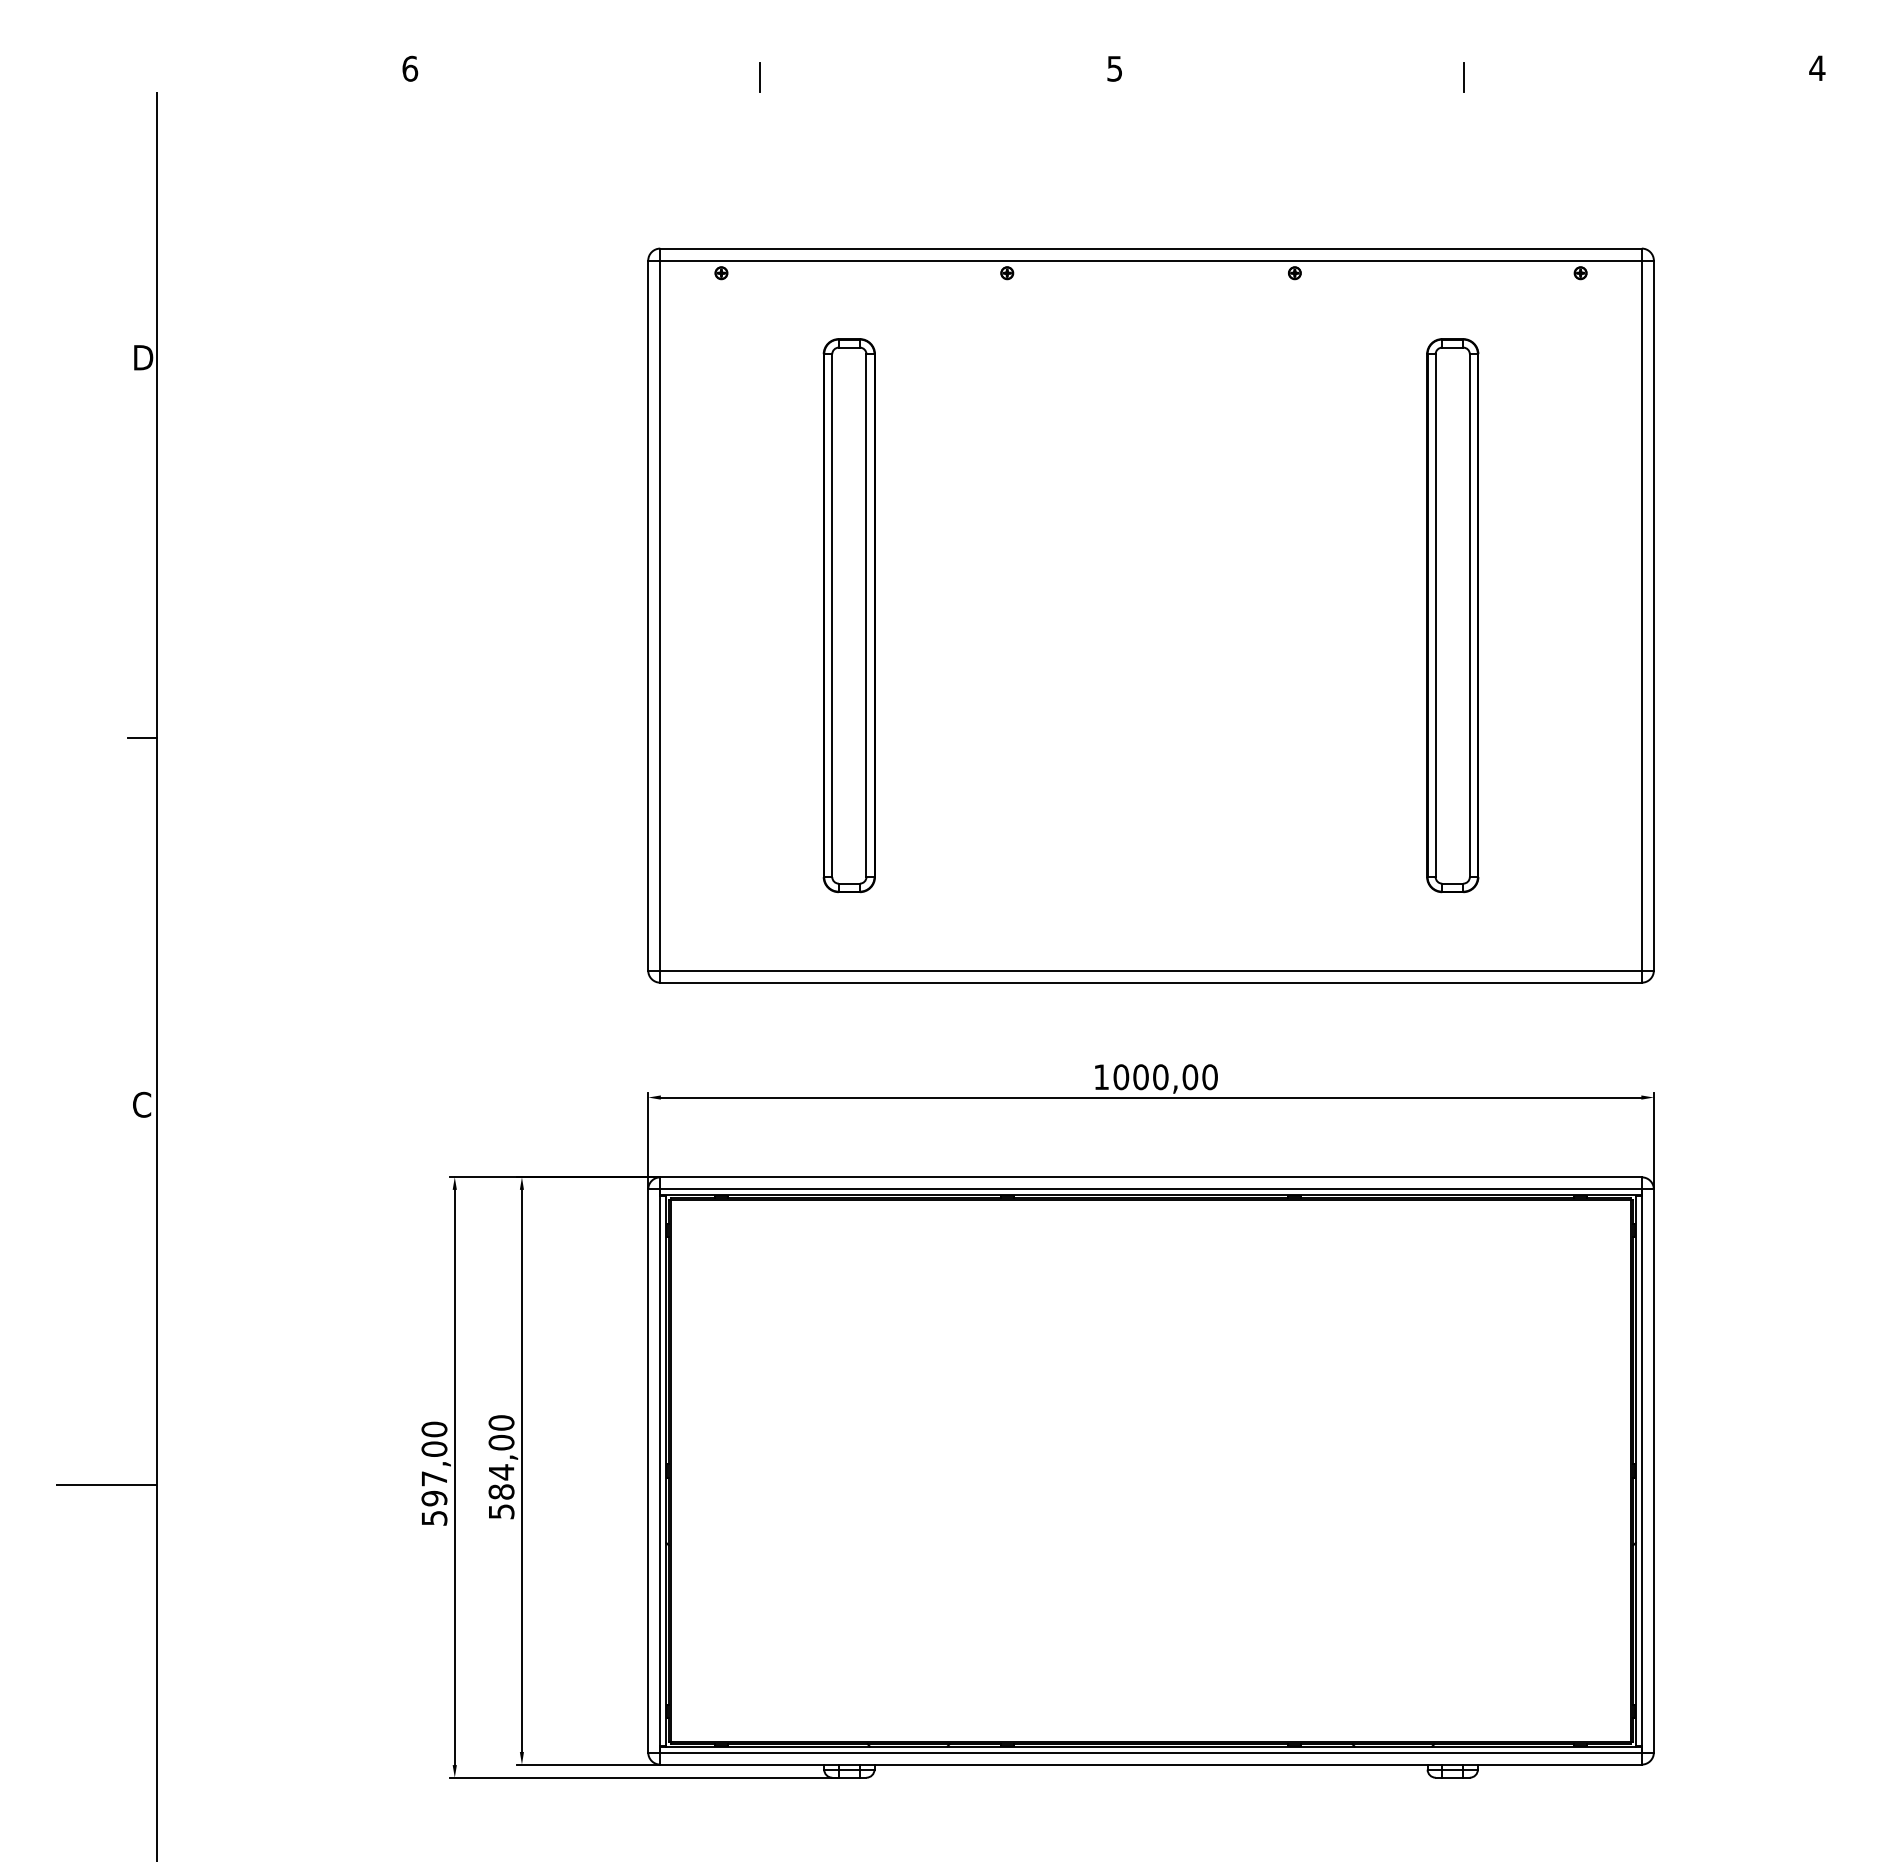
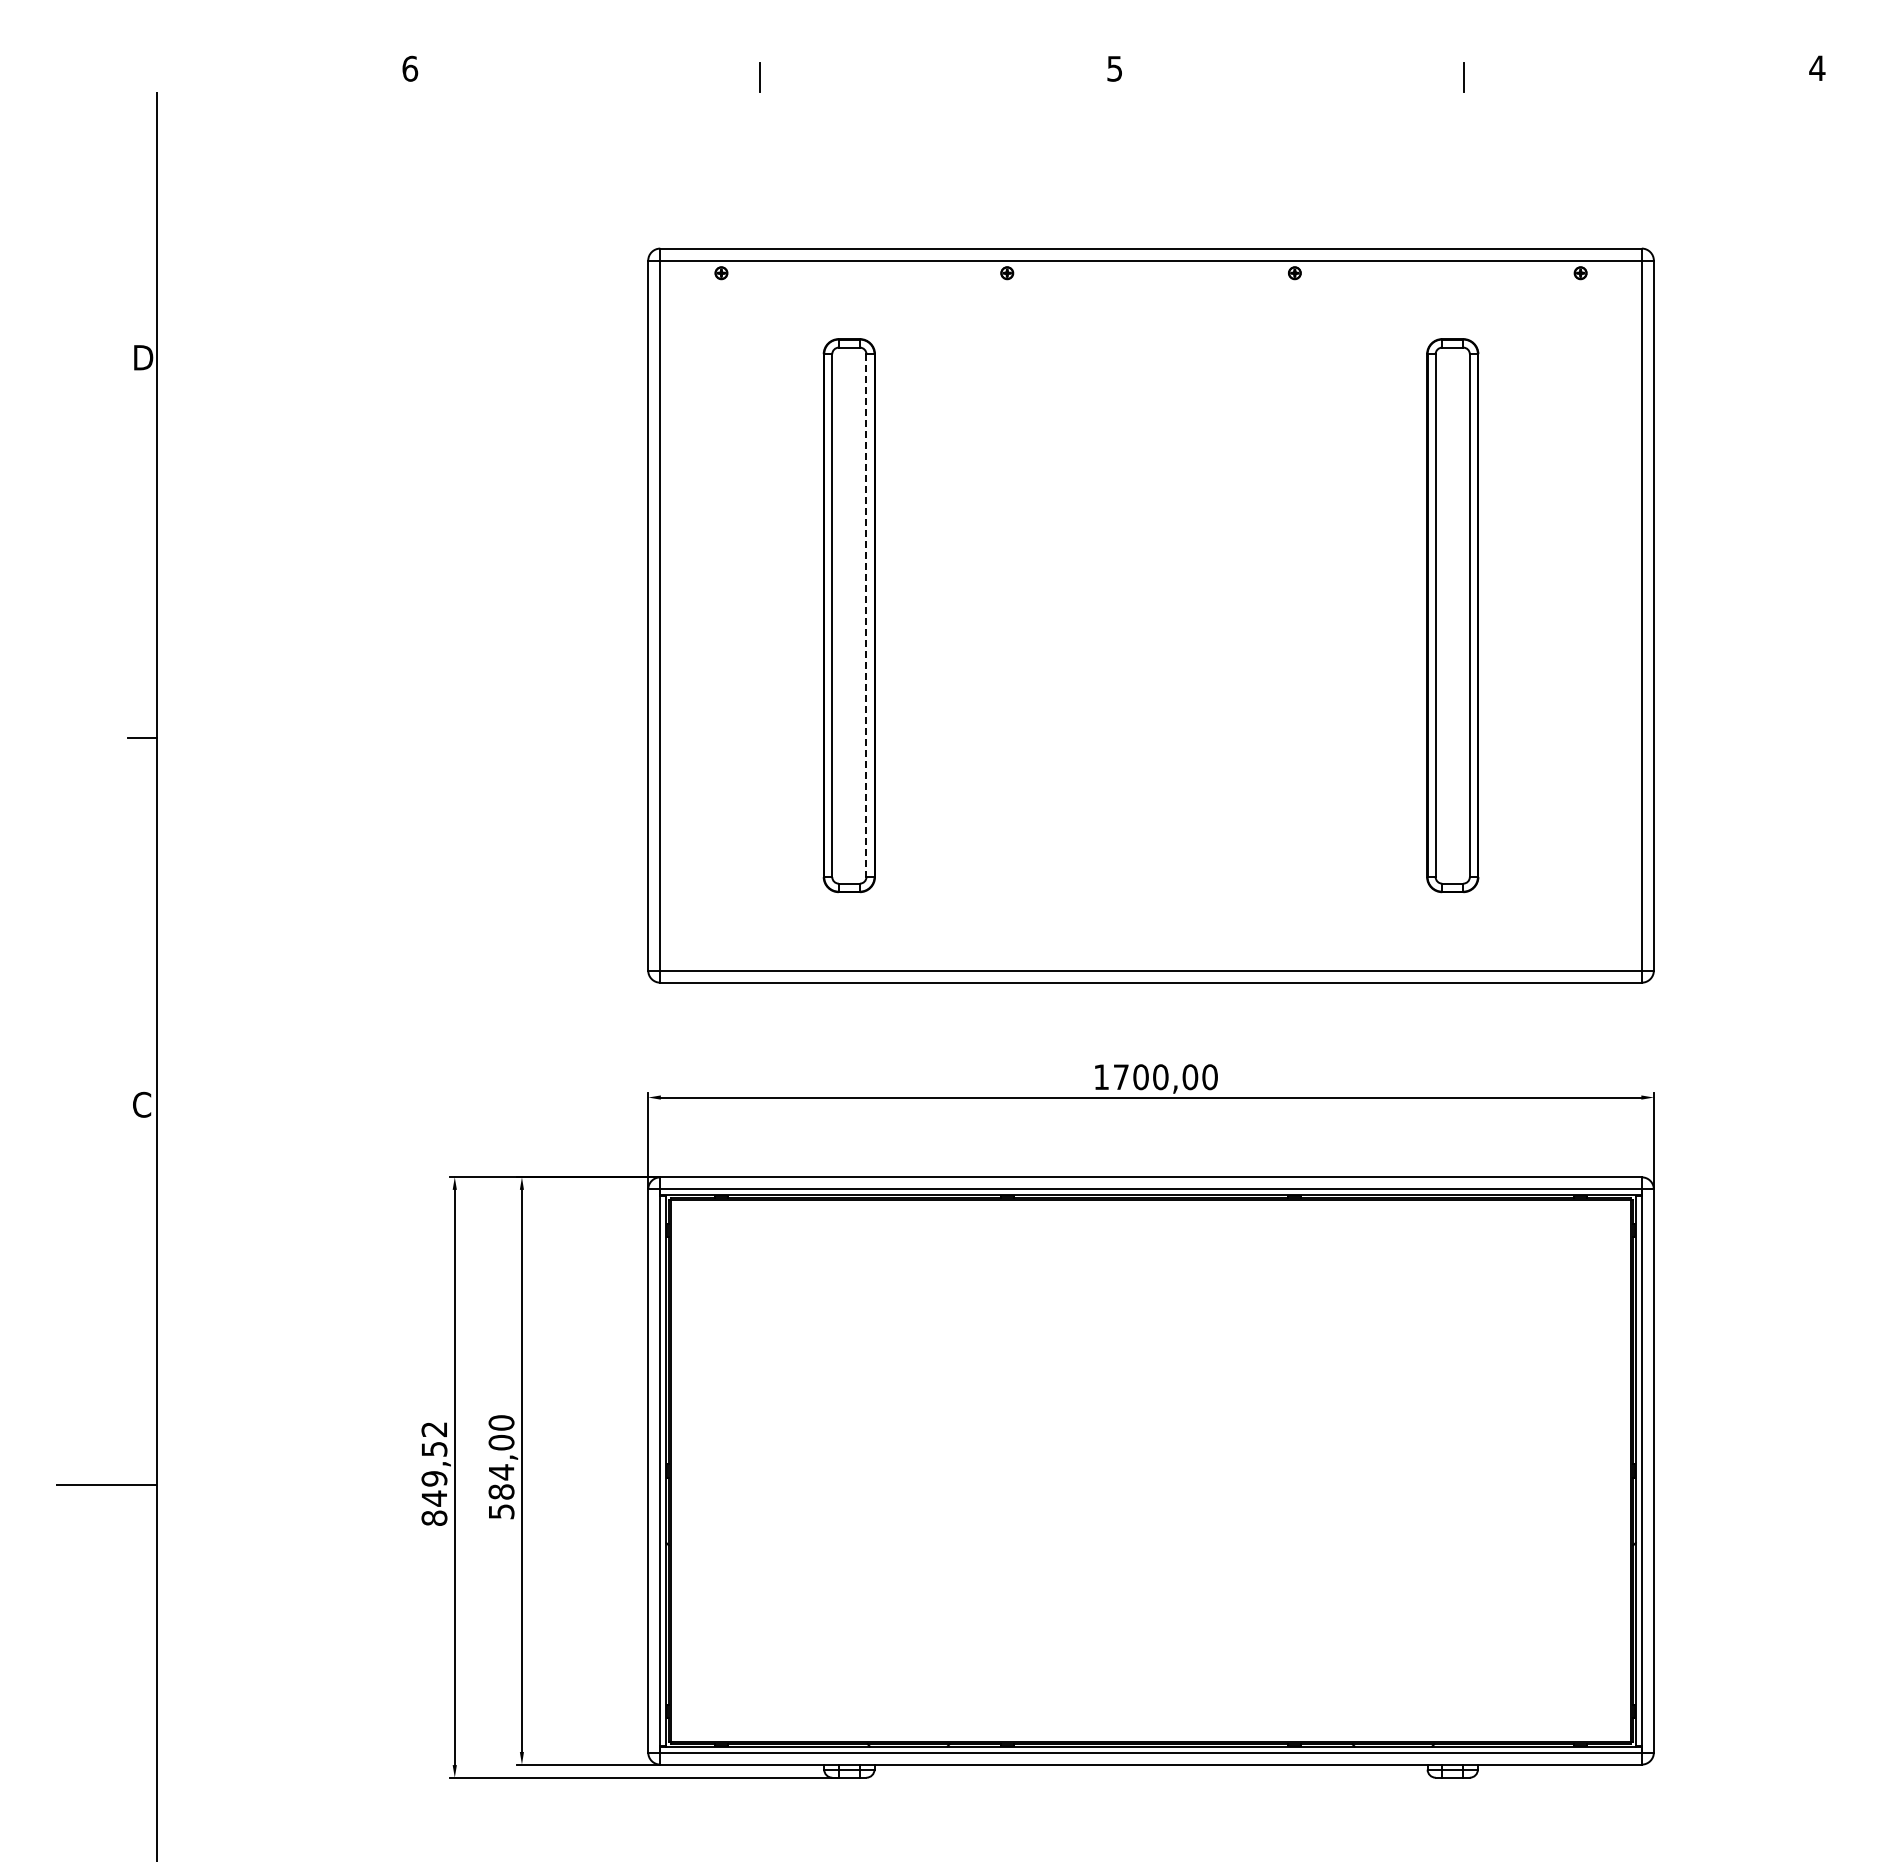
line at (866, 616): solid -> dashed
text at (1121, 1077): 1000,00 -> 1700,00
text at (434, 1473): 597,00 -> 849,52
